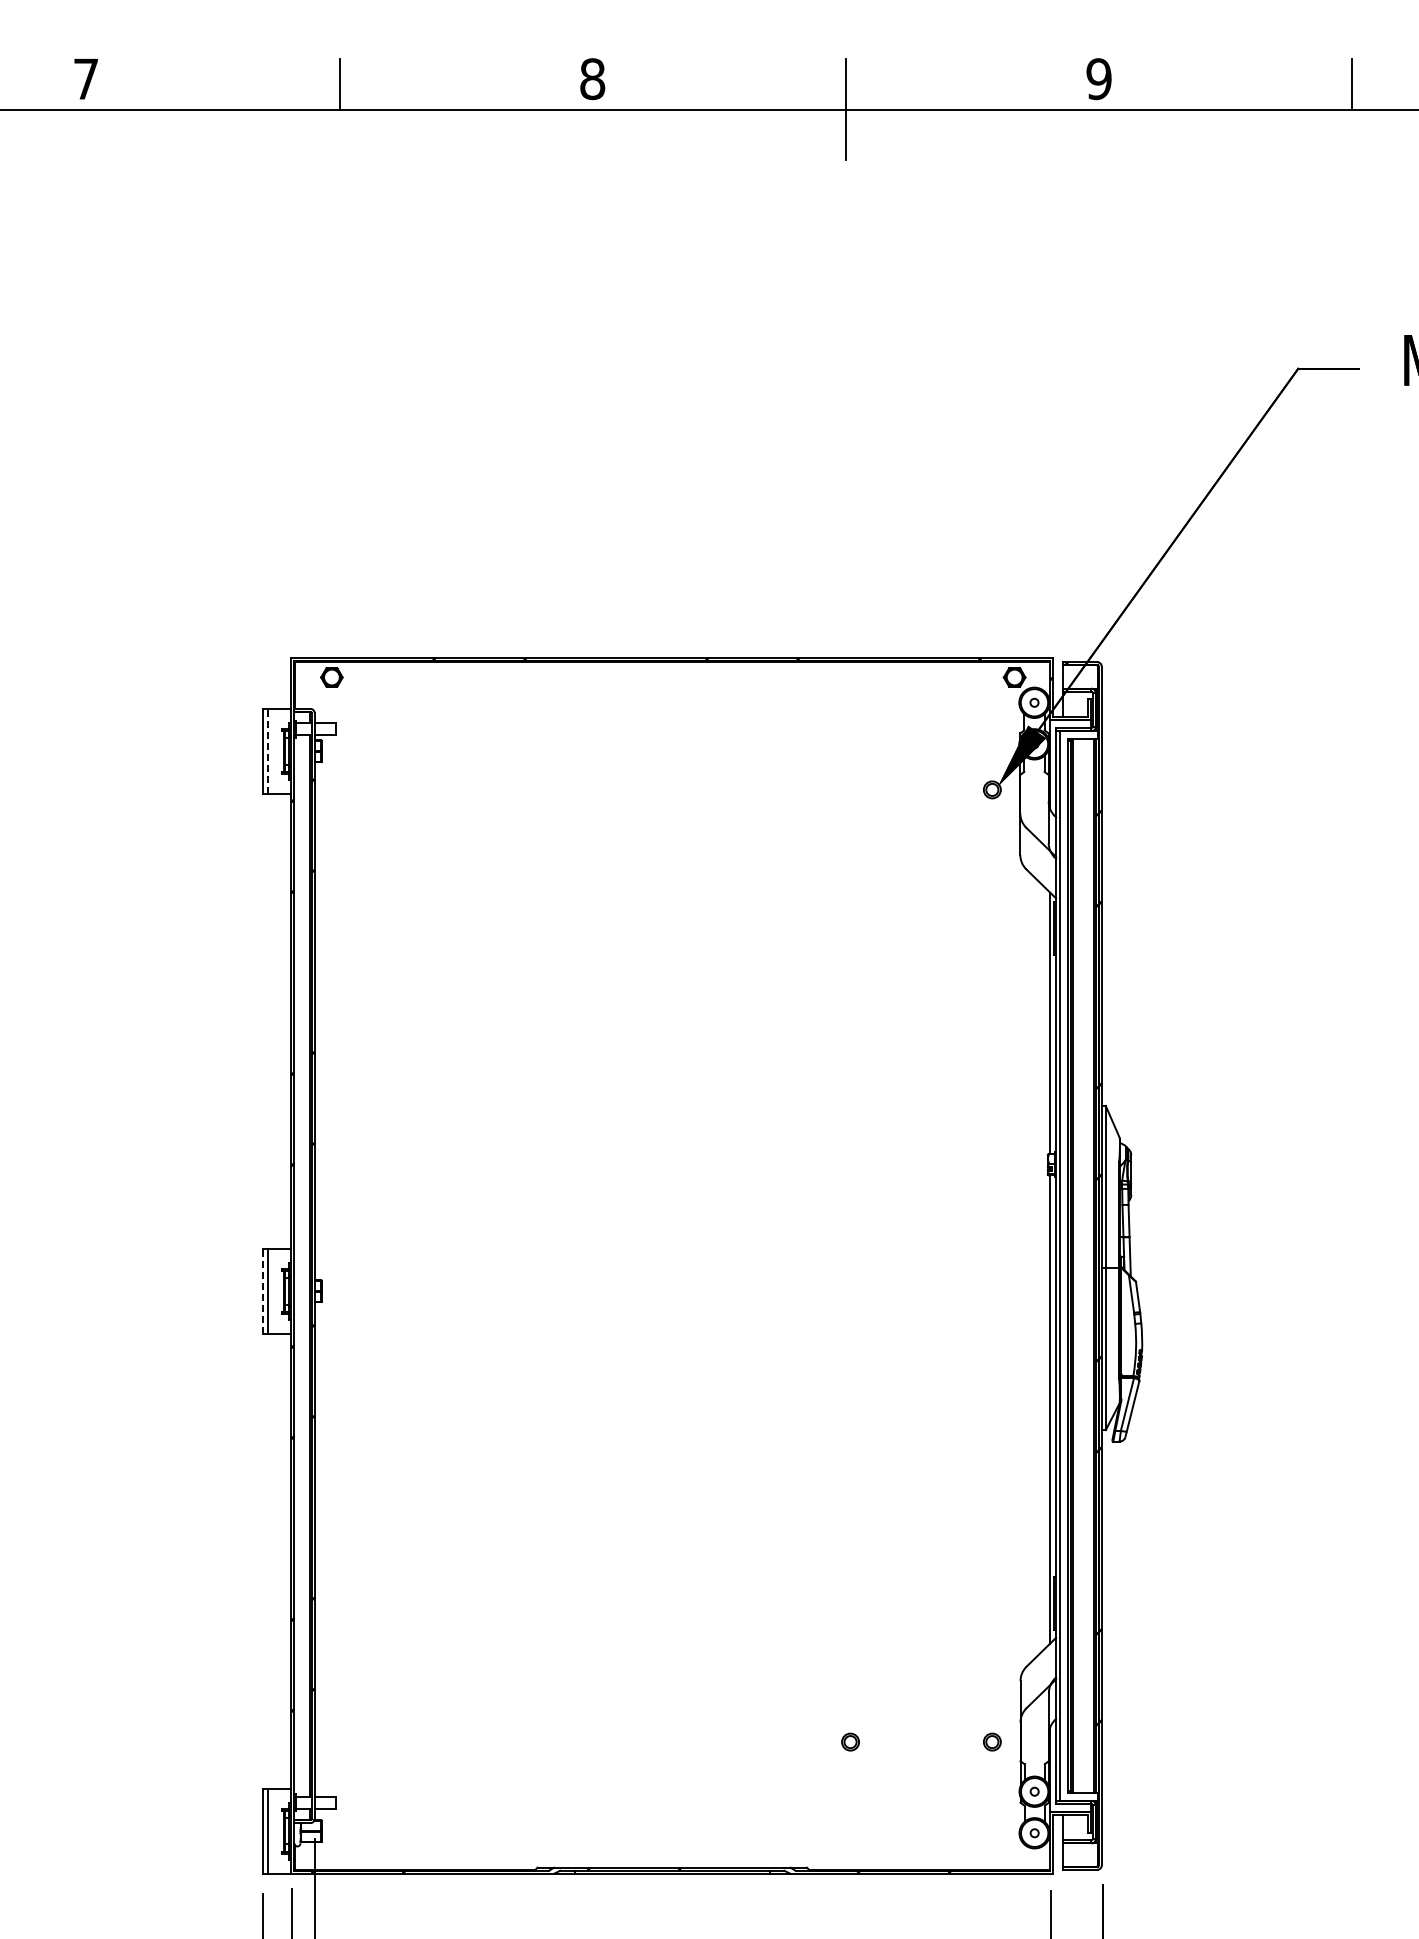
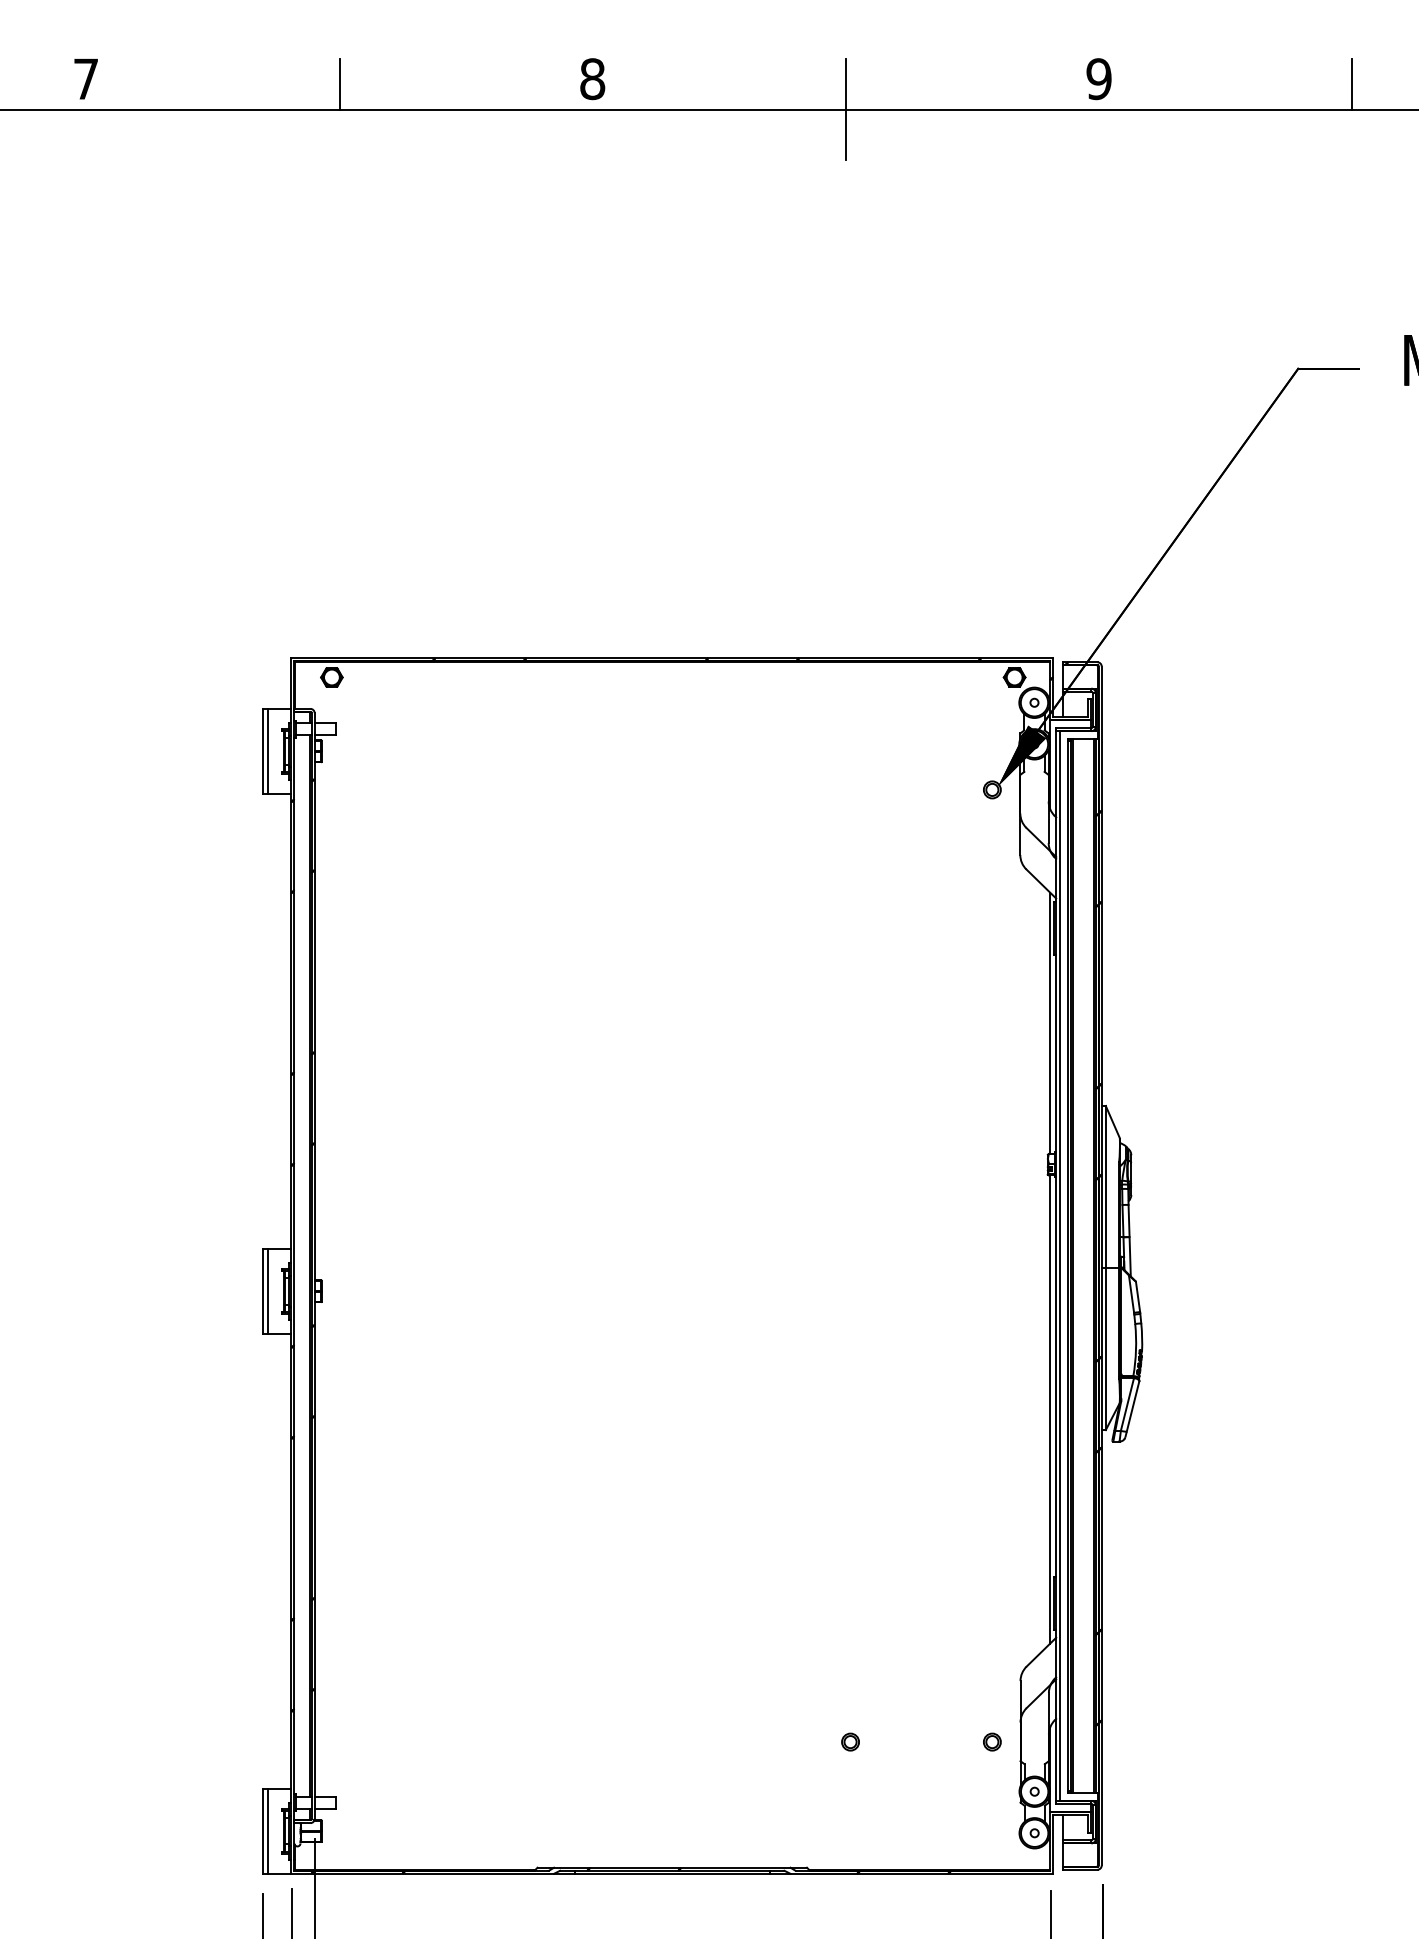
line at (268, 751): dashed -> solid
line at (263, 1291): dashed -> solid
